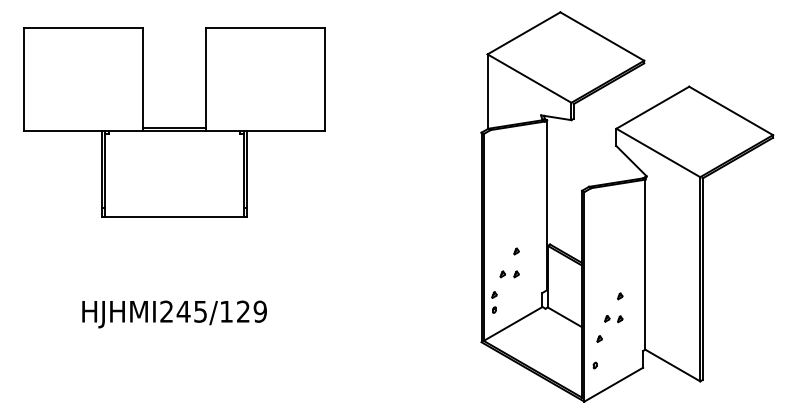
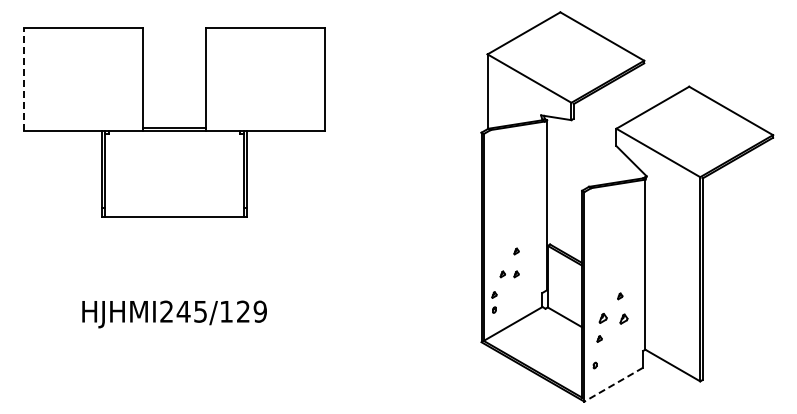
line at (23, 79): solid -> dashed
part at (613, 319) size: 20x9 px -> 31x12 px
line at (613, 384): solid -> dashed
